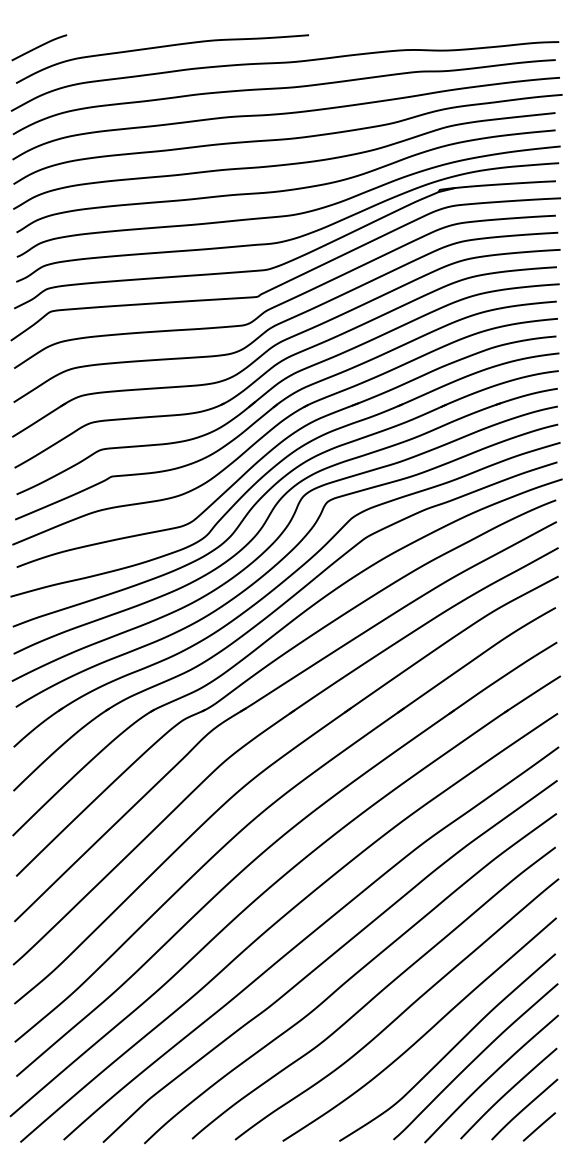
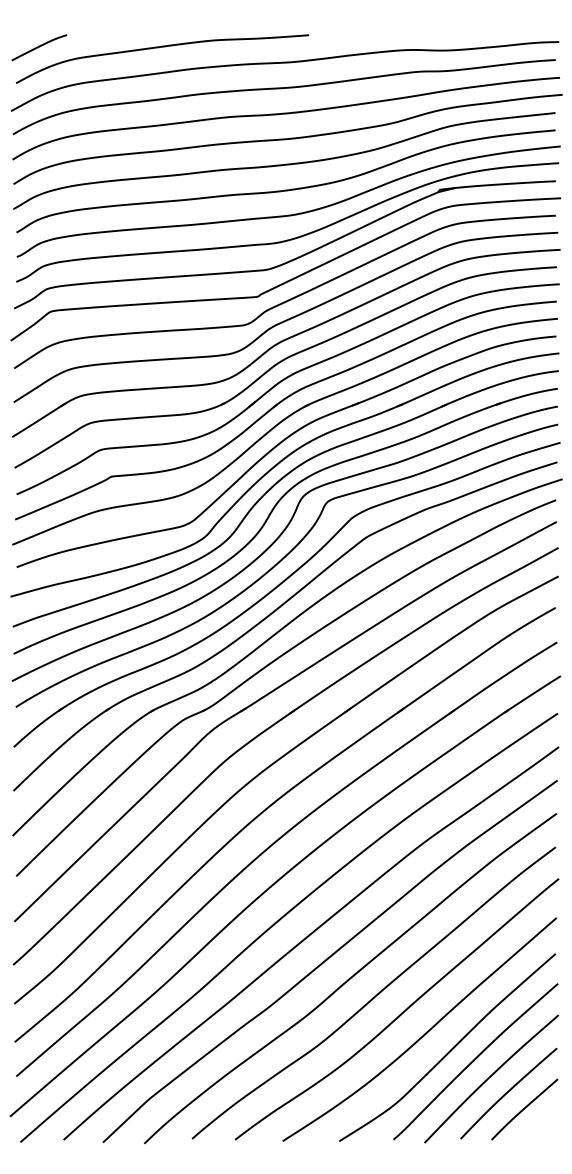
line at (538, 1126): present -> none
